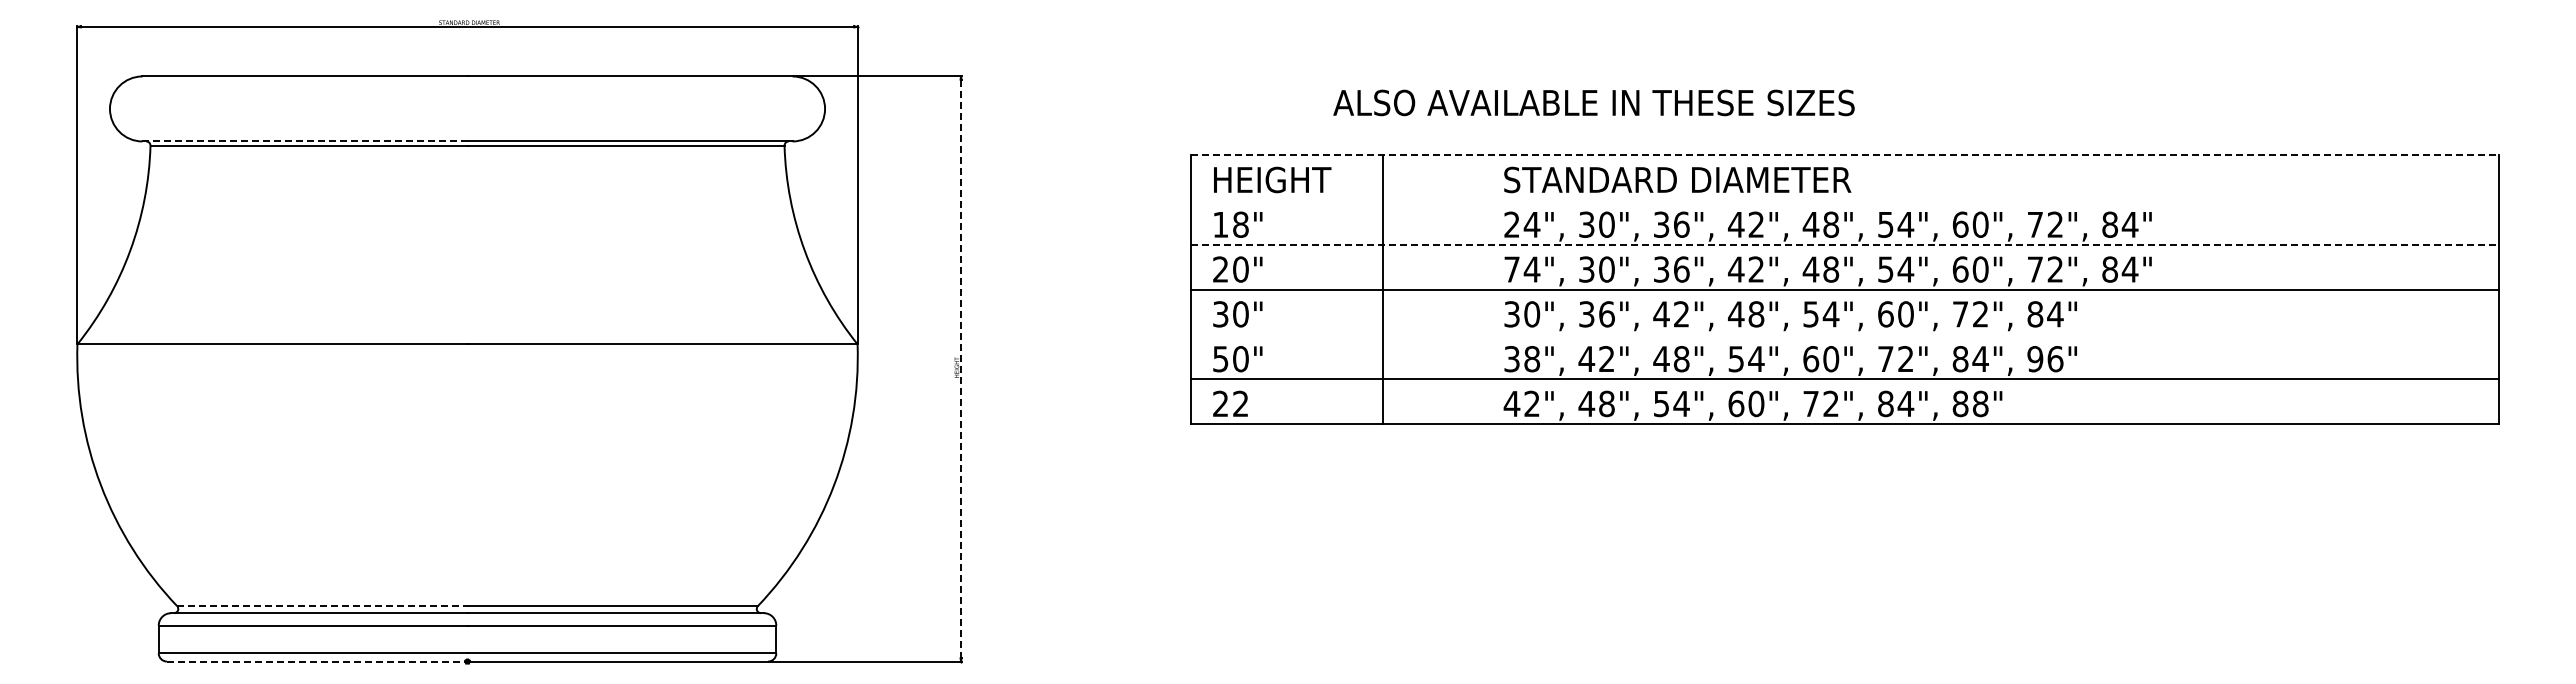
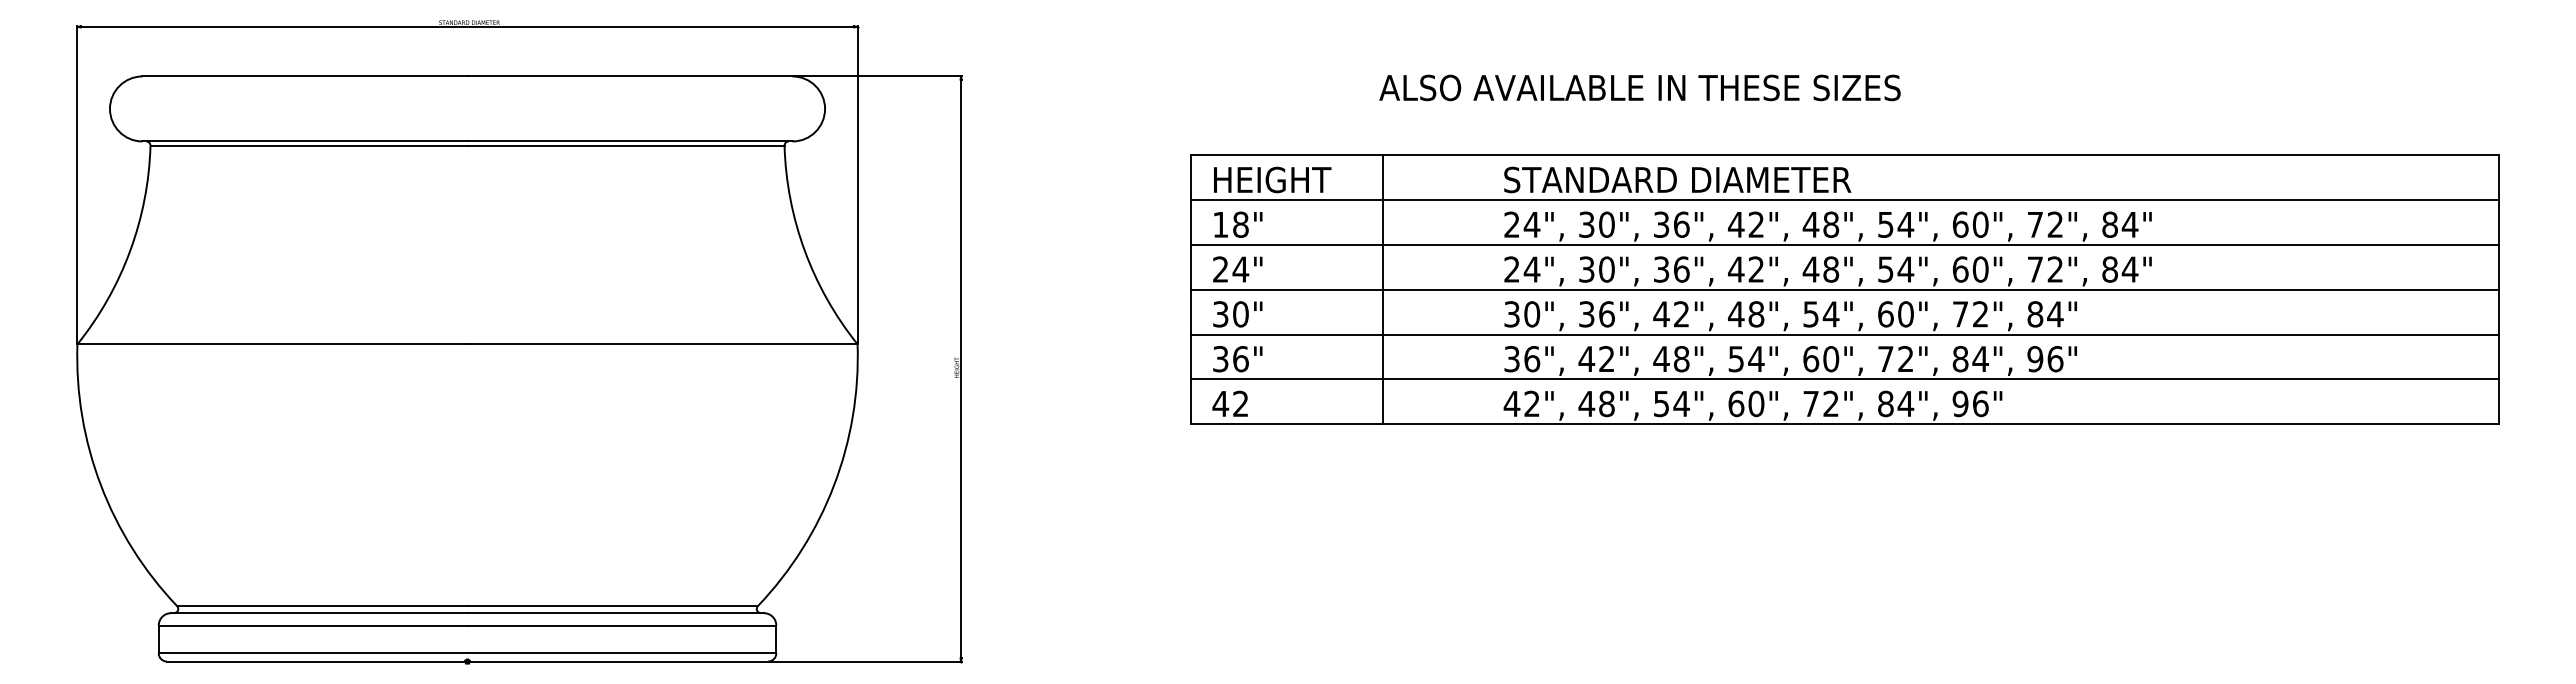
text at (1593, 102) position: (1593, 102) -> (1639, 87)
line at (305, 141): dashed -> solid
line at (1844, 155): dashed -> solid
line at (1844, 200): none -> present
line at (1844, 245): dashed -> solid
text at (1240, 269): 20" -> 24"
text at (1511, 269): 74", -> 24",
line at (1844, 334): none -> present
text at (1231, 359): 50" -> 36"
text at (1532, 359): 38", -> 36",
line at (961, 369): dashed -> solid
text at (1220, 403): 22 -> 42
text at (1970, 403): 88" -> 96"
line at (322, 606): dashed -> solid
line at (317, 661): dashed -> solid
